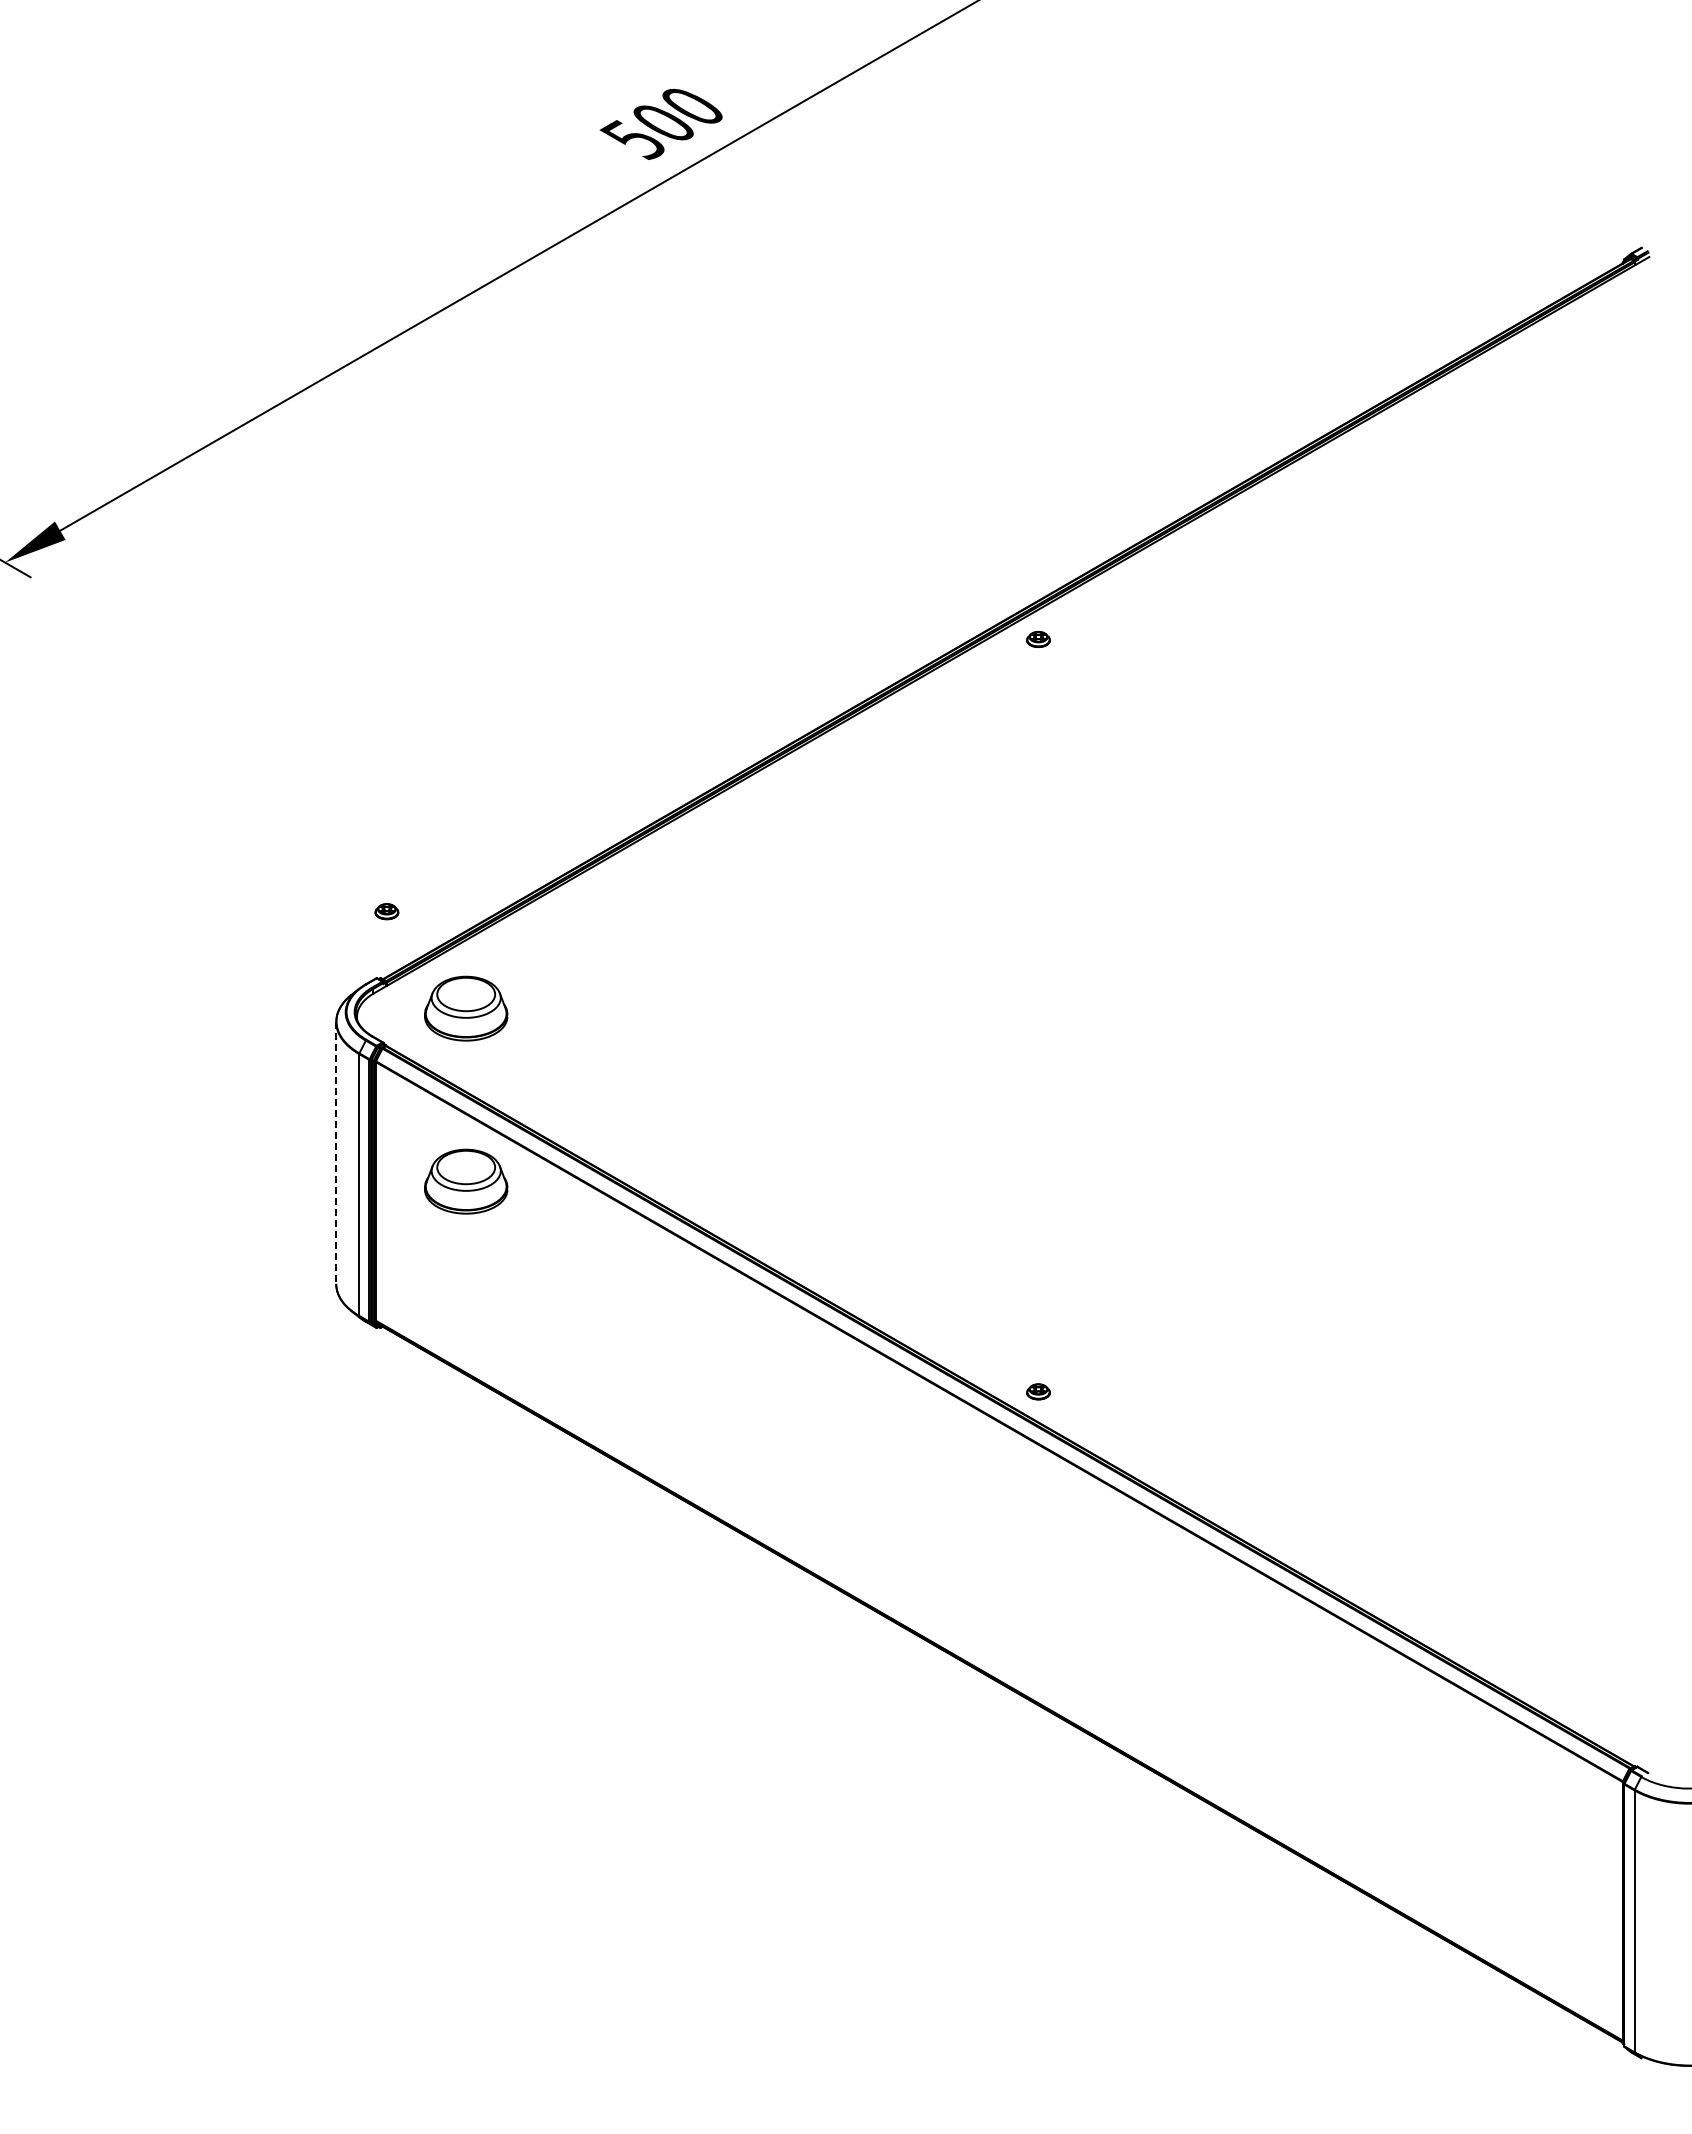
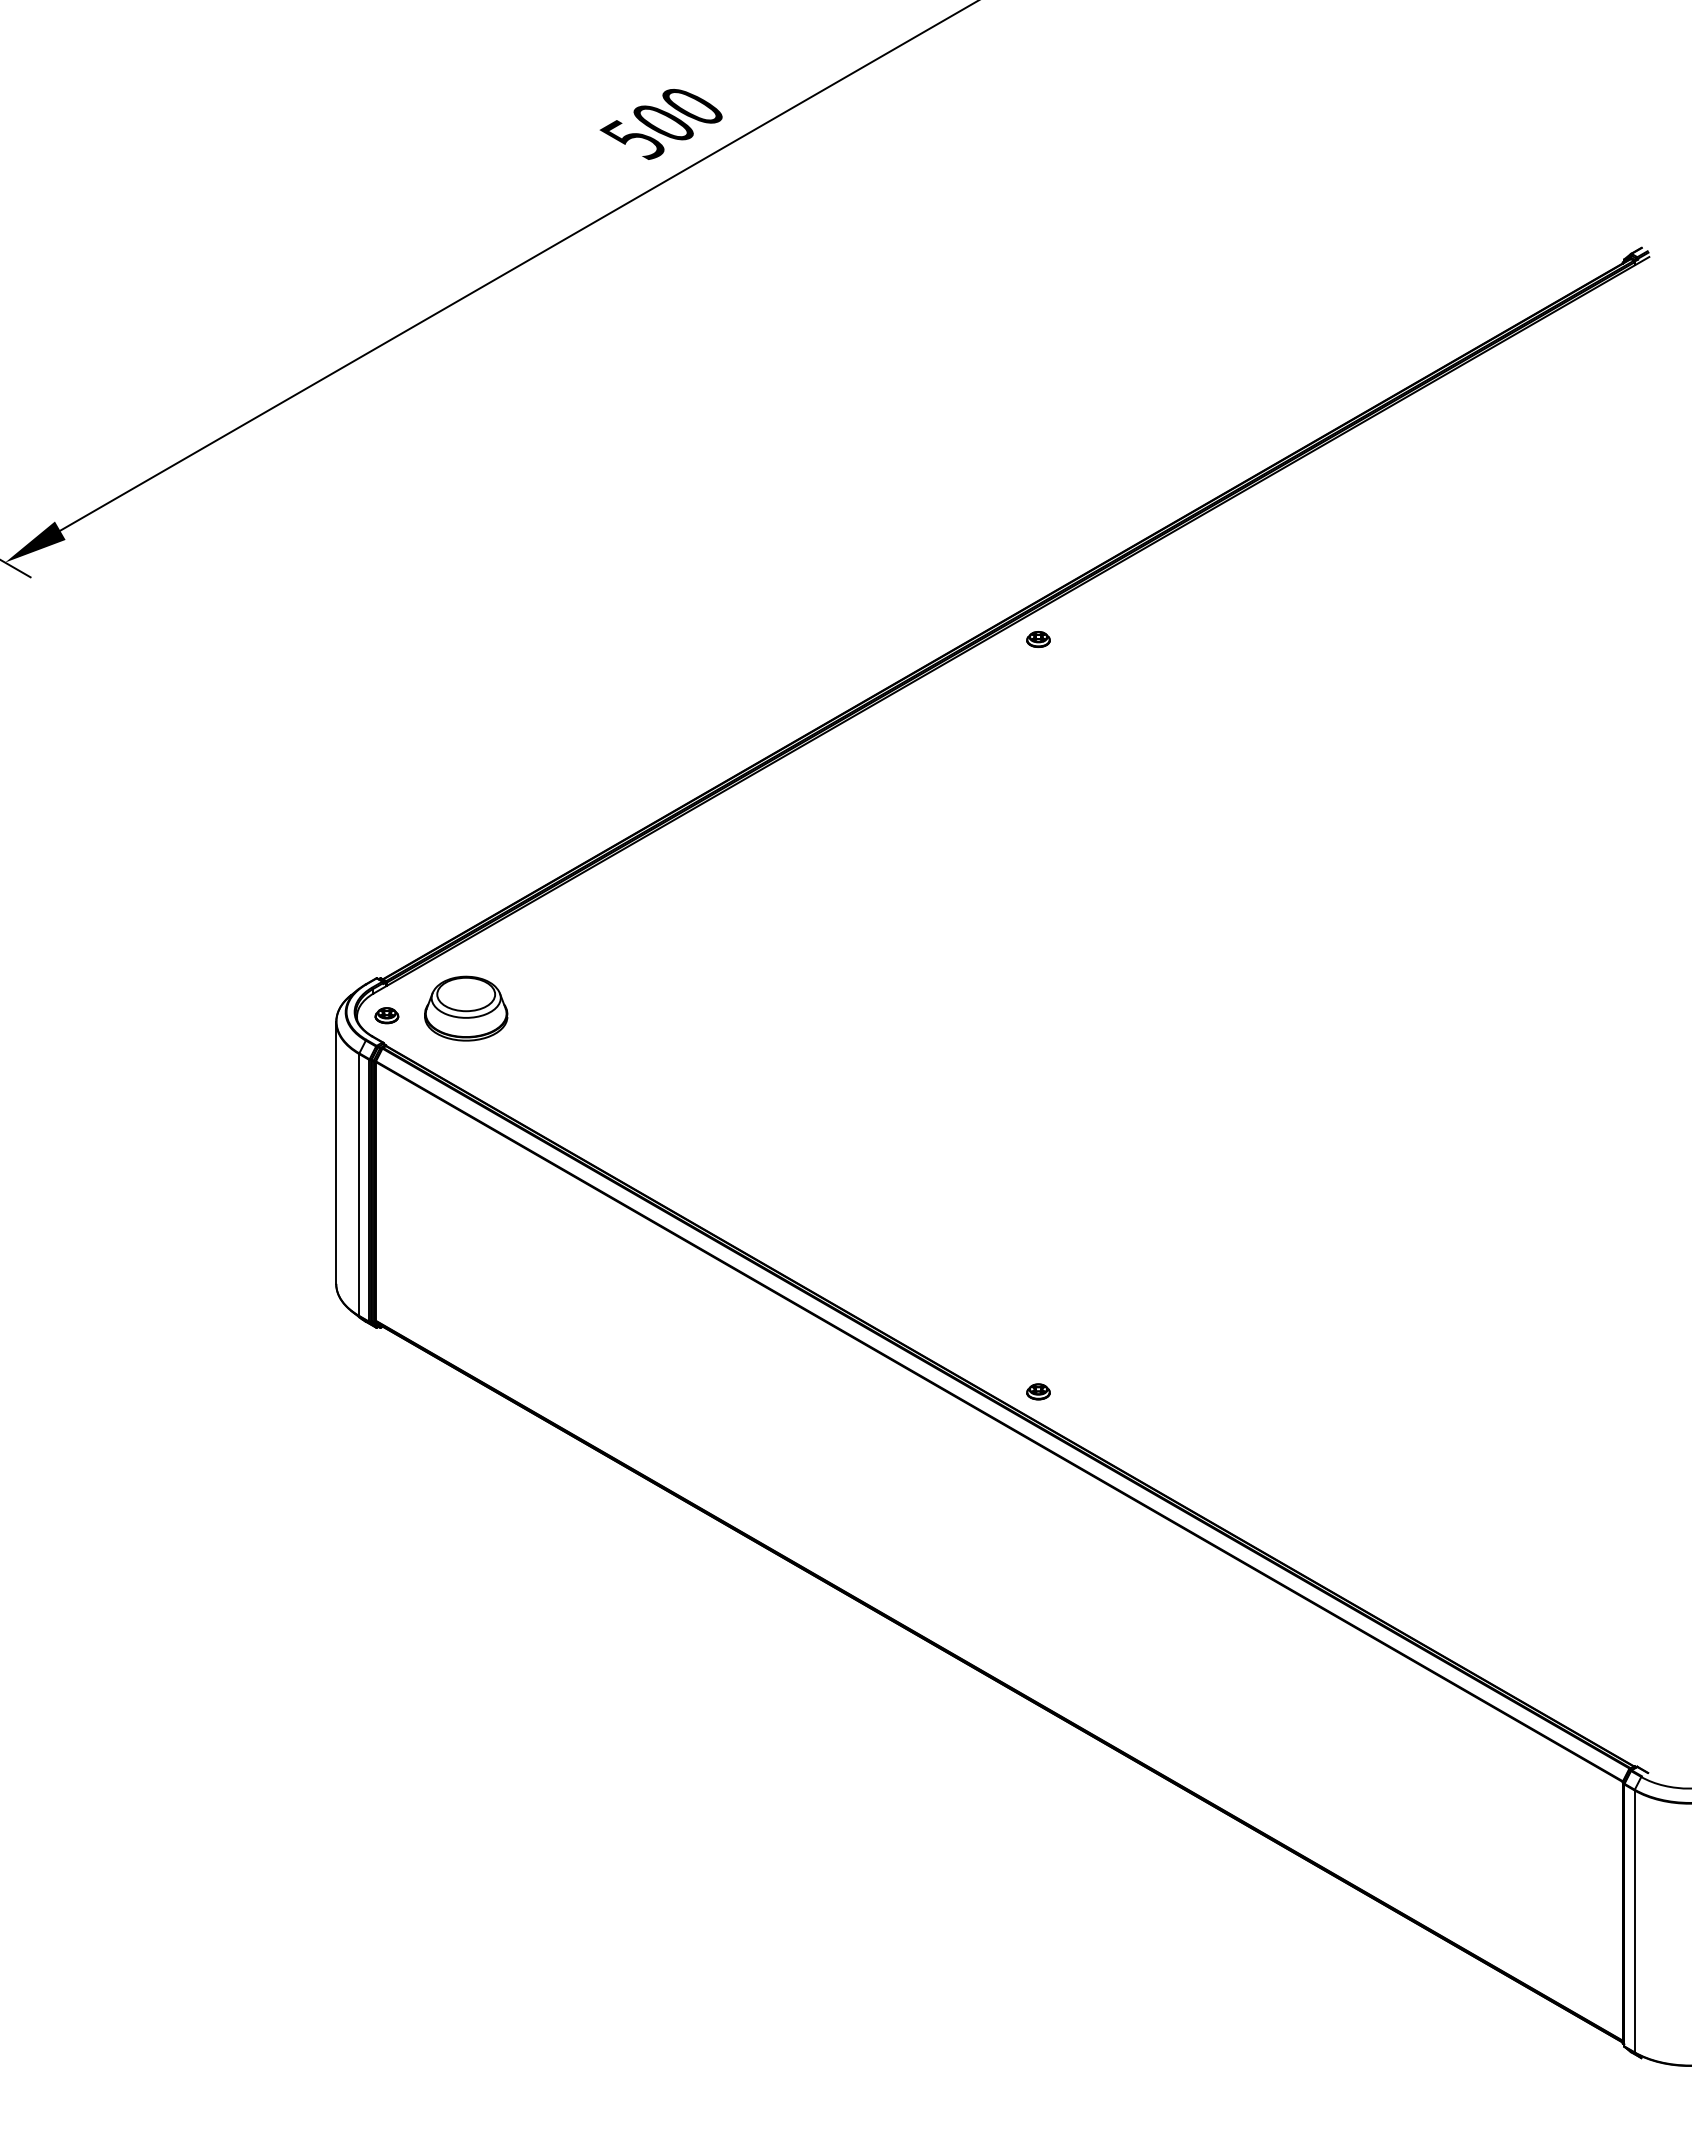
part at (386, 911) position: (386, 911) -> (386, 1015)
line at (336, 1152): dashed -> solid
part at (466, 1181): present -> none
